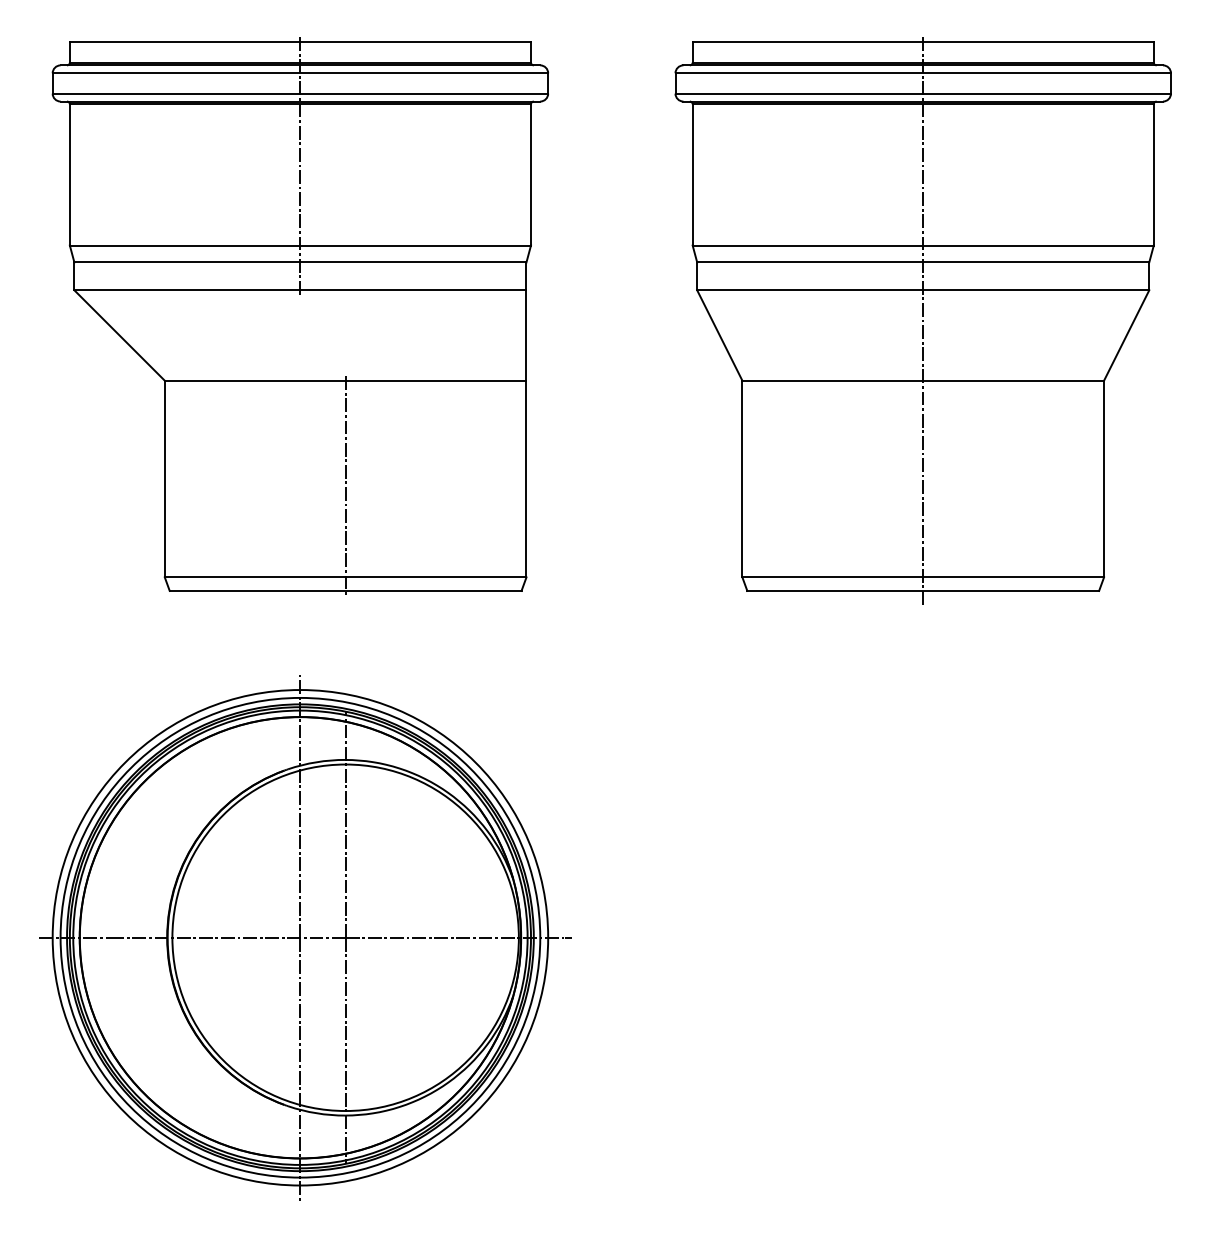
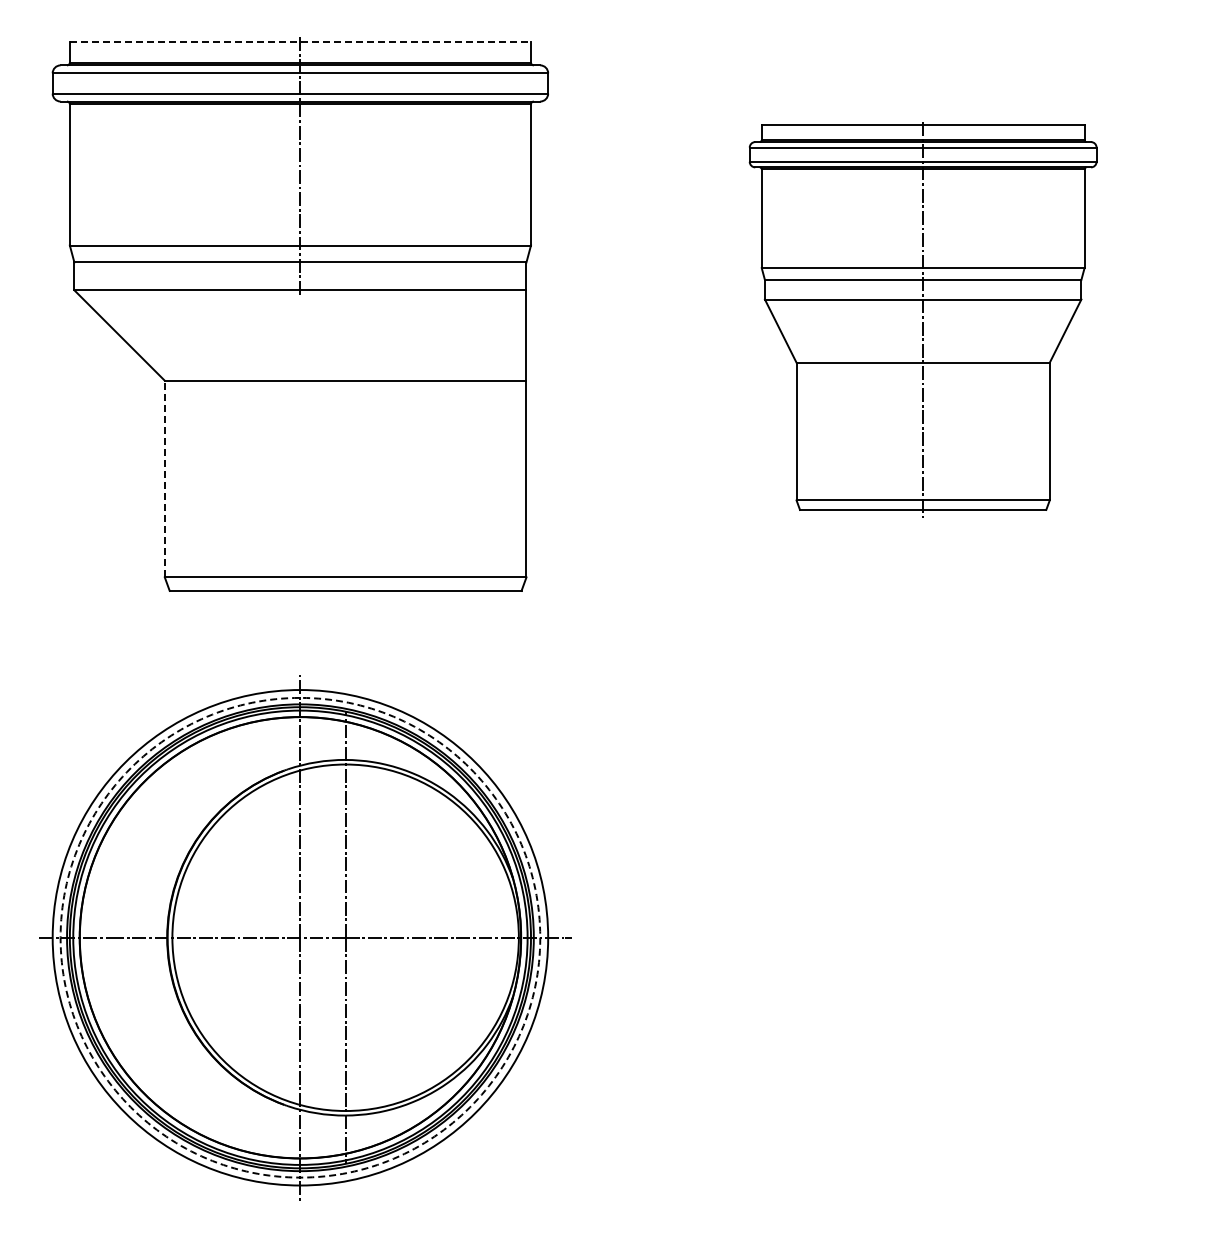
line at (300, 41): solid -> dashed
part at (922, 320) size: 498x568 px -> 350x396 px
line at (164, 478): solid -> dashed
line at (345, 485): present -> none
circle at (300, 937): solid -> dashed
